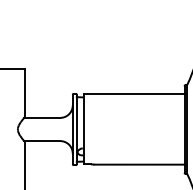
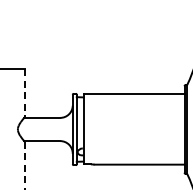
line at (24, 93): solid -> dashed
line at (24, 165): solid -> dashed
